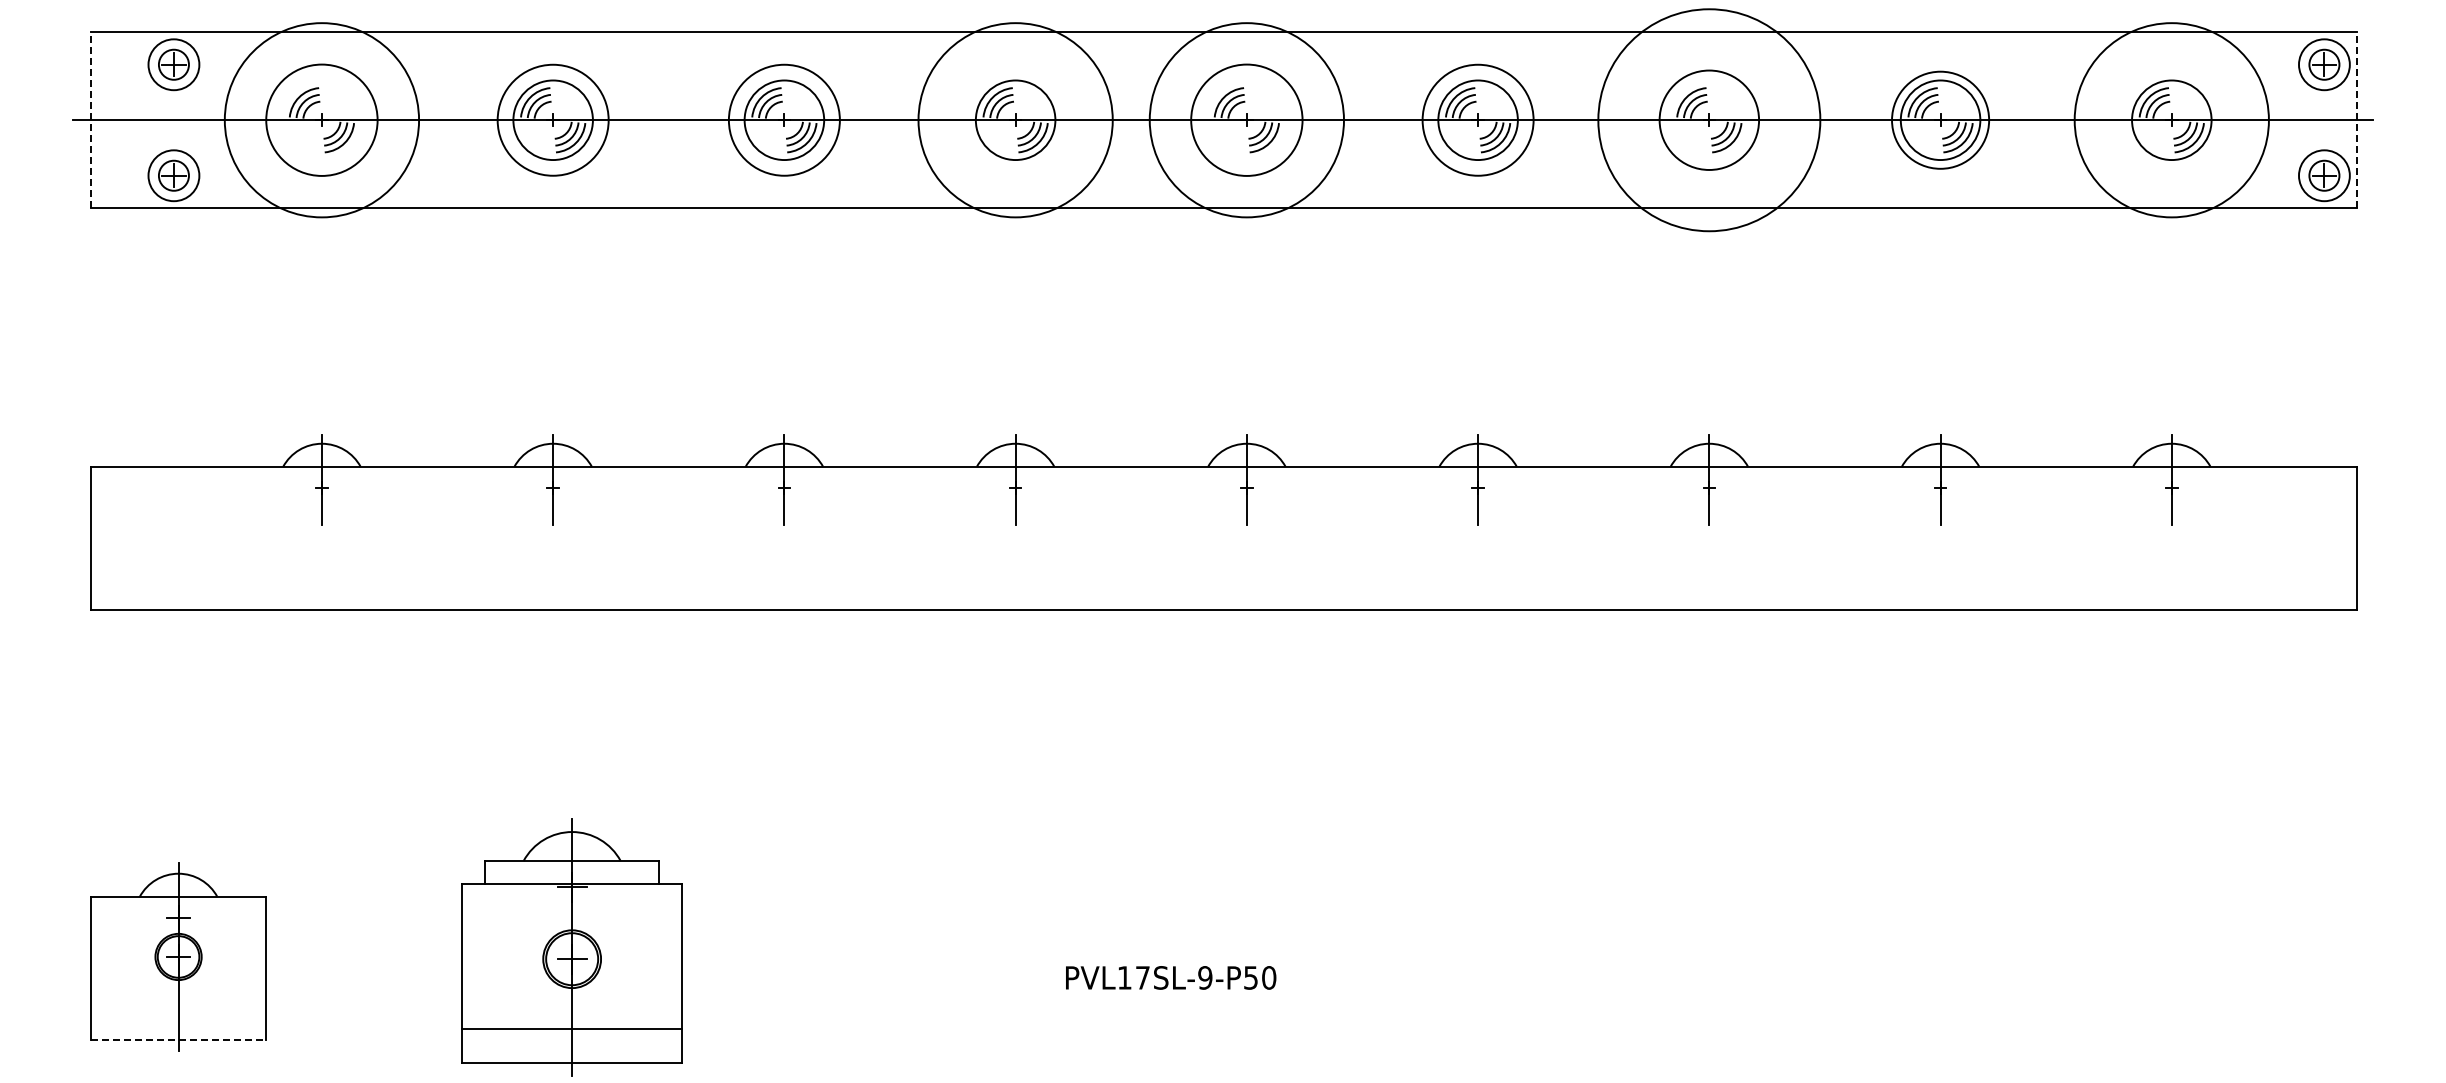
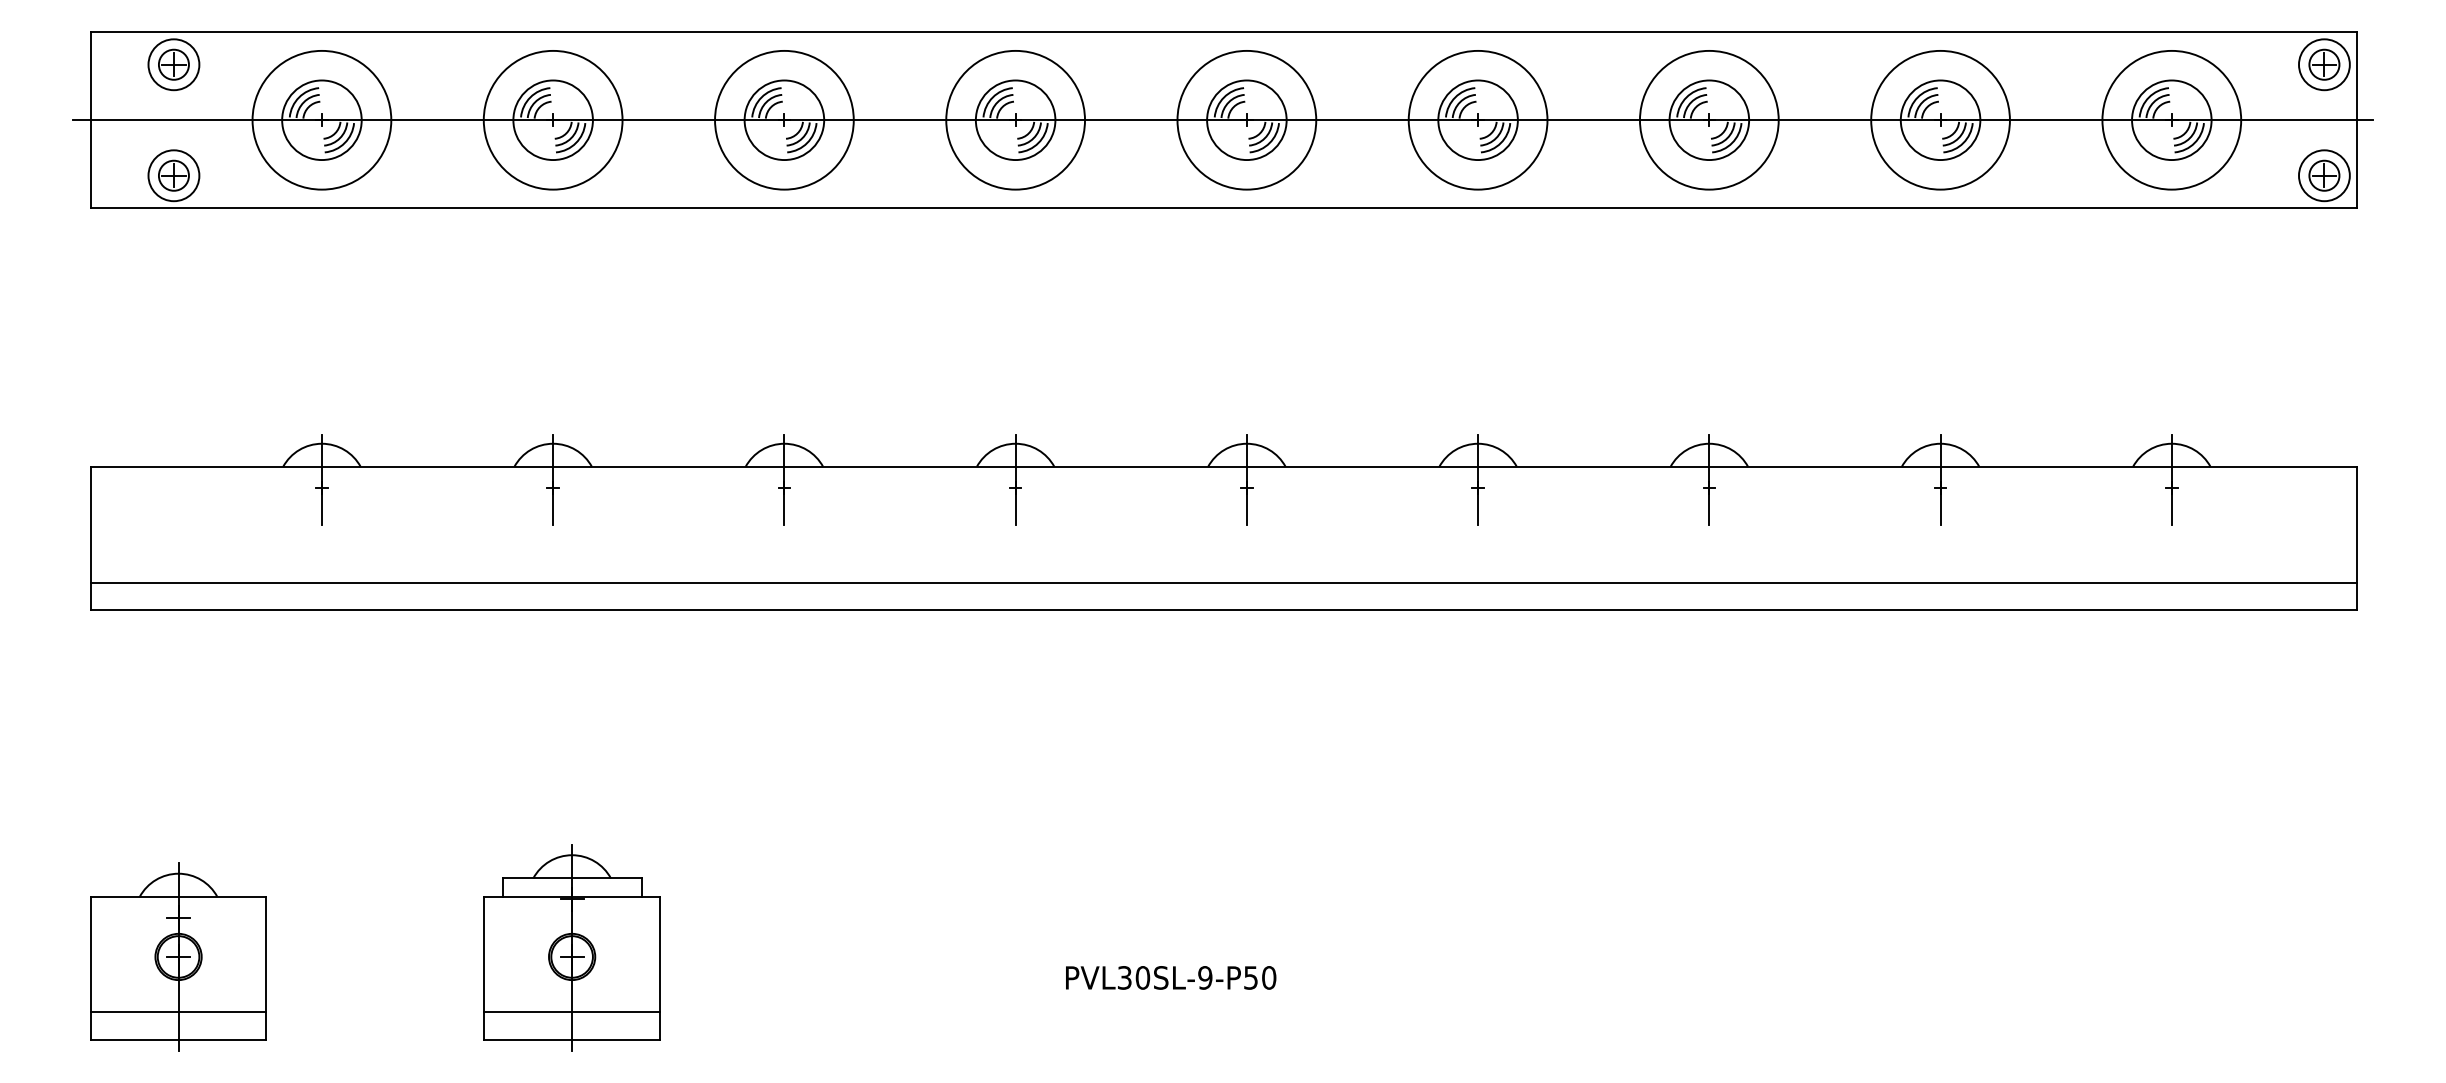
circle at (321, 119) diameter: 111 px -> 80 px
circle at (552, 119) diameter: 111 px -> 139 px
circle at (783, 119) diameter: 111 px -> 139 px
circle at (1246, 119) diameter: 111 px -> 80 px
circle at (1477, 119) diameter: 111 px -> 139 px
circle at (1709, 119) diameter: 99 px -> 80 px
circle at (1940, 119) diameter: 97 px -> 139 px
line at (90, 120): dashed -> solid
circle at (321, 120) diameter: 194 px -> 139 px
circle at (1015, 120) diameter: 194 px -> 139 px
circle at (1246, 120) diameter: 194 px -> 139 px
circle at (1709, 120) diameter: 222 px -> 139 px
circle at (2171, 120) diameter: 194 px -> 139 px
line at (2356, 120): dashed -> solid
line at (1223, 582): none -> present
part at (571, 947) size: 222x259 px -> 178x208 px
text at (1134, 977): PVL17SL-9-P50 -> PVL30SL-9-P50
line at (178, 1012): none -> present
line at (178, 1040): dashed -> solid
